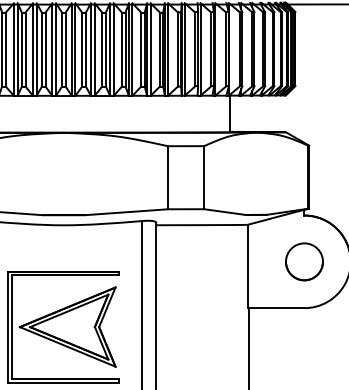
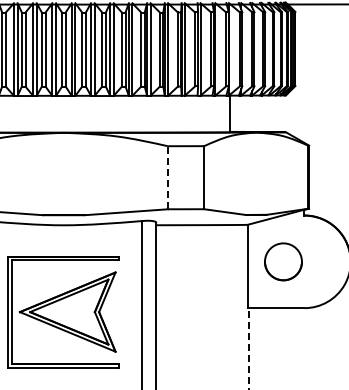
line at (167, 177): solid -> dashed
circle at (304, 261) position: (304, 261) -> (283, 261)
part at (63, 327) position: (63, 327) -> (63, 312)
line at (248, 348): solid -> dashed
